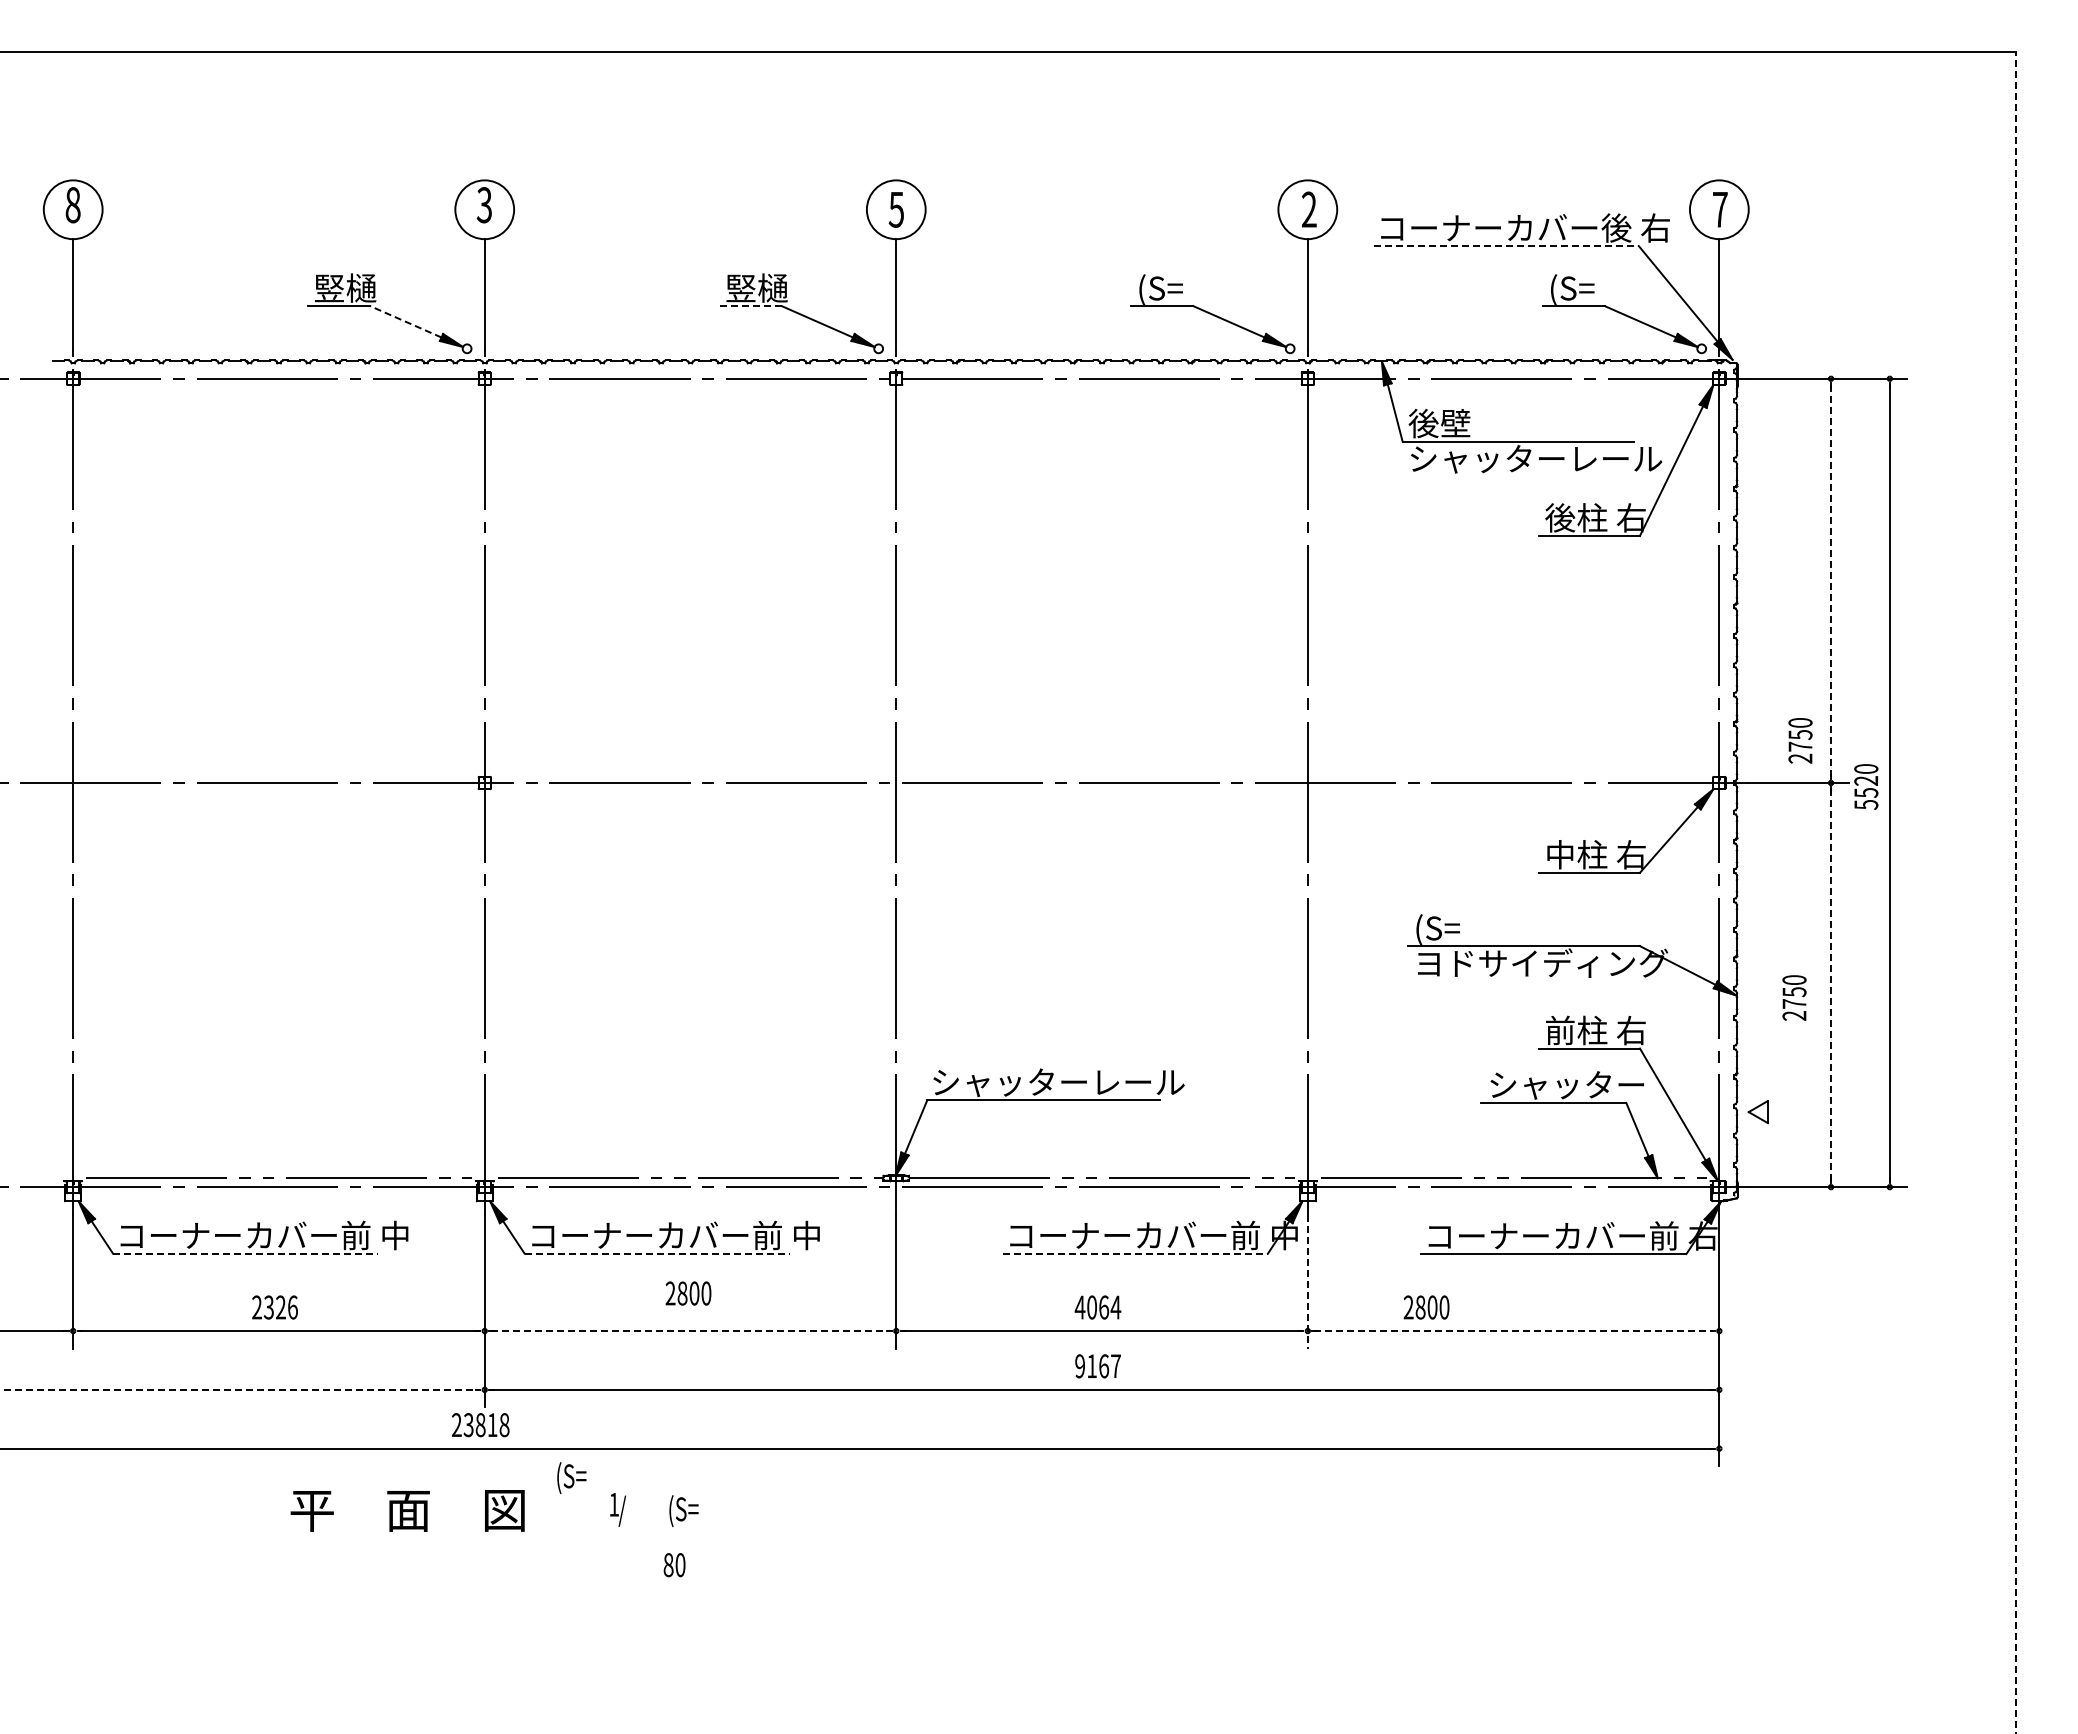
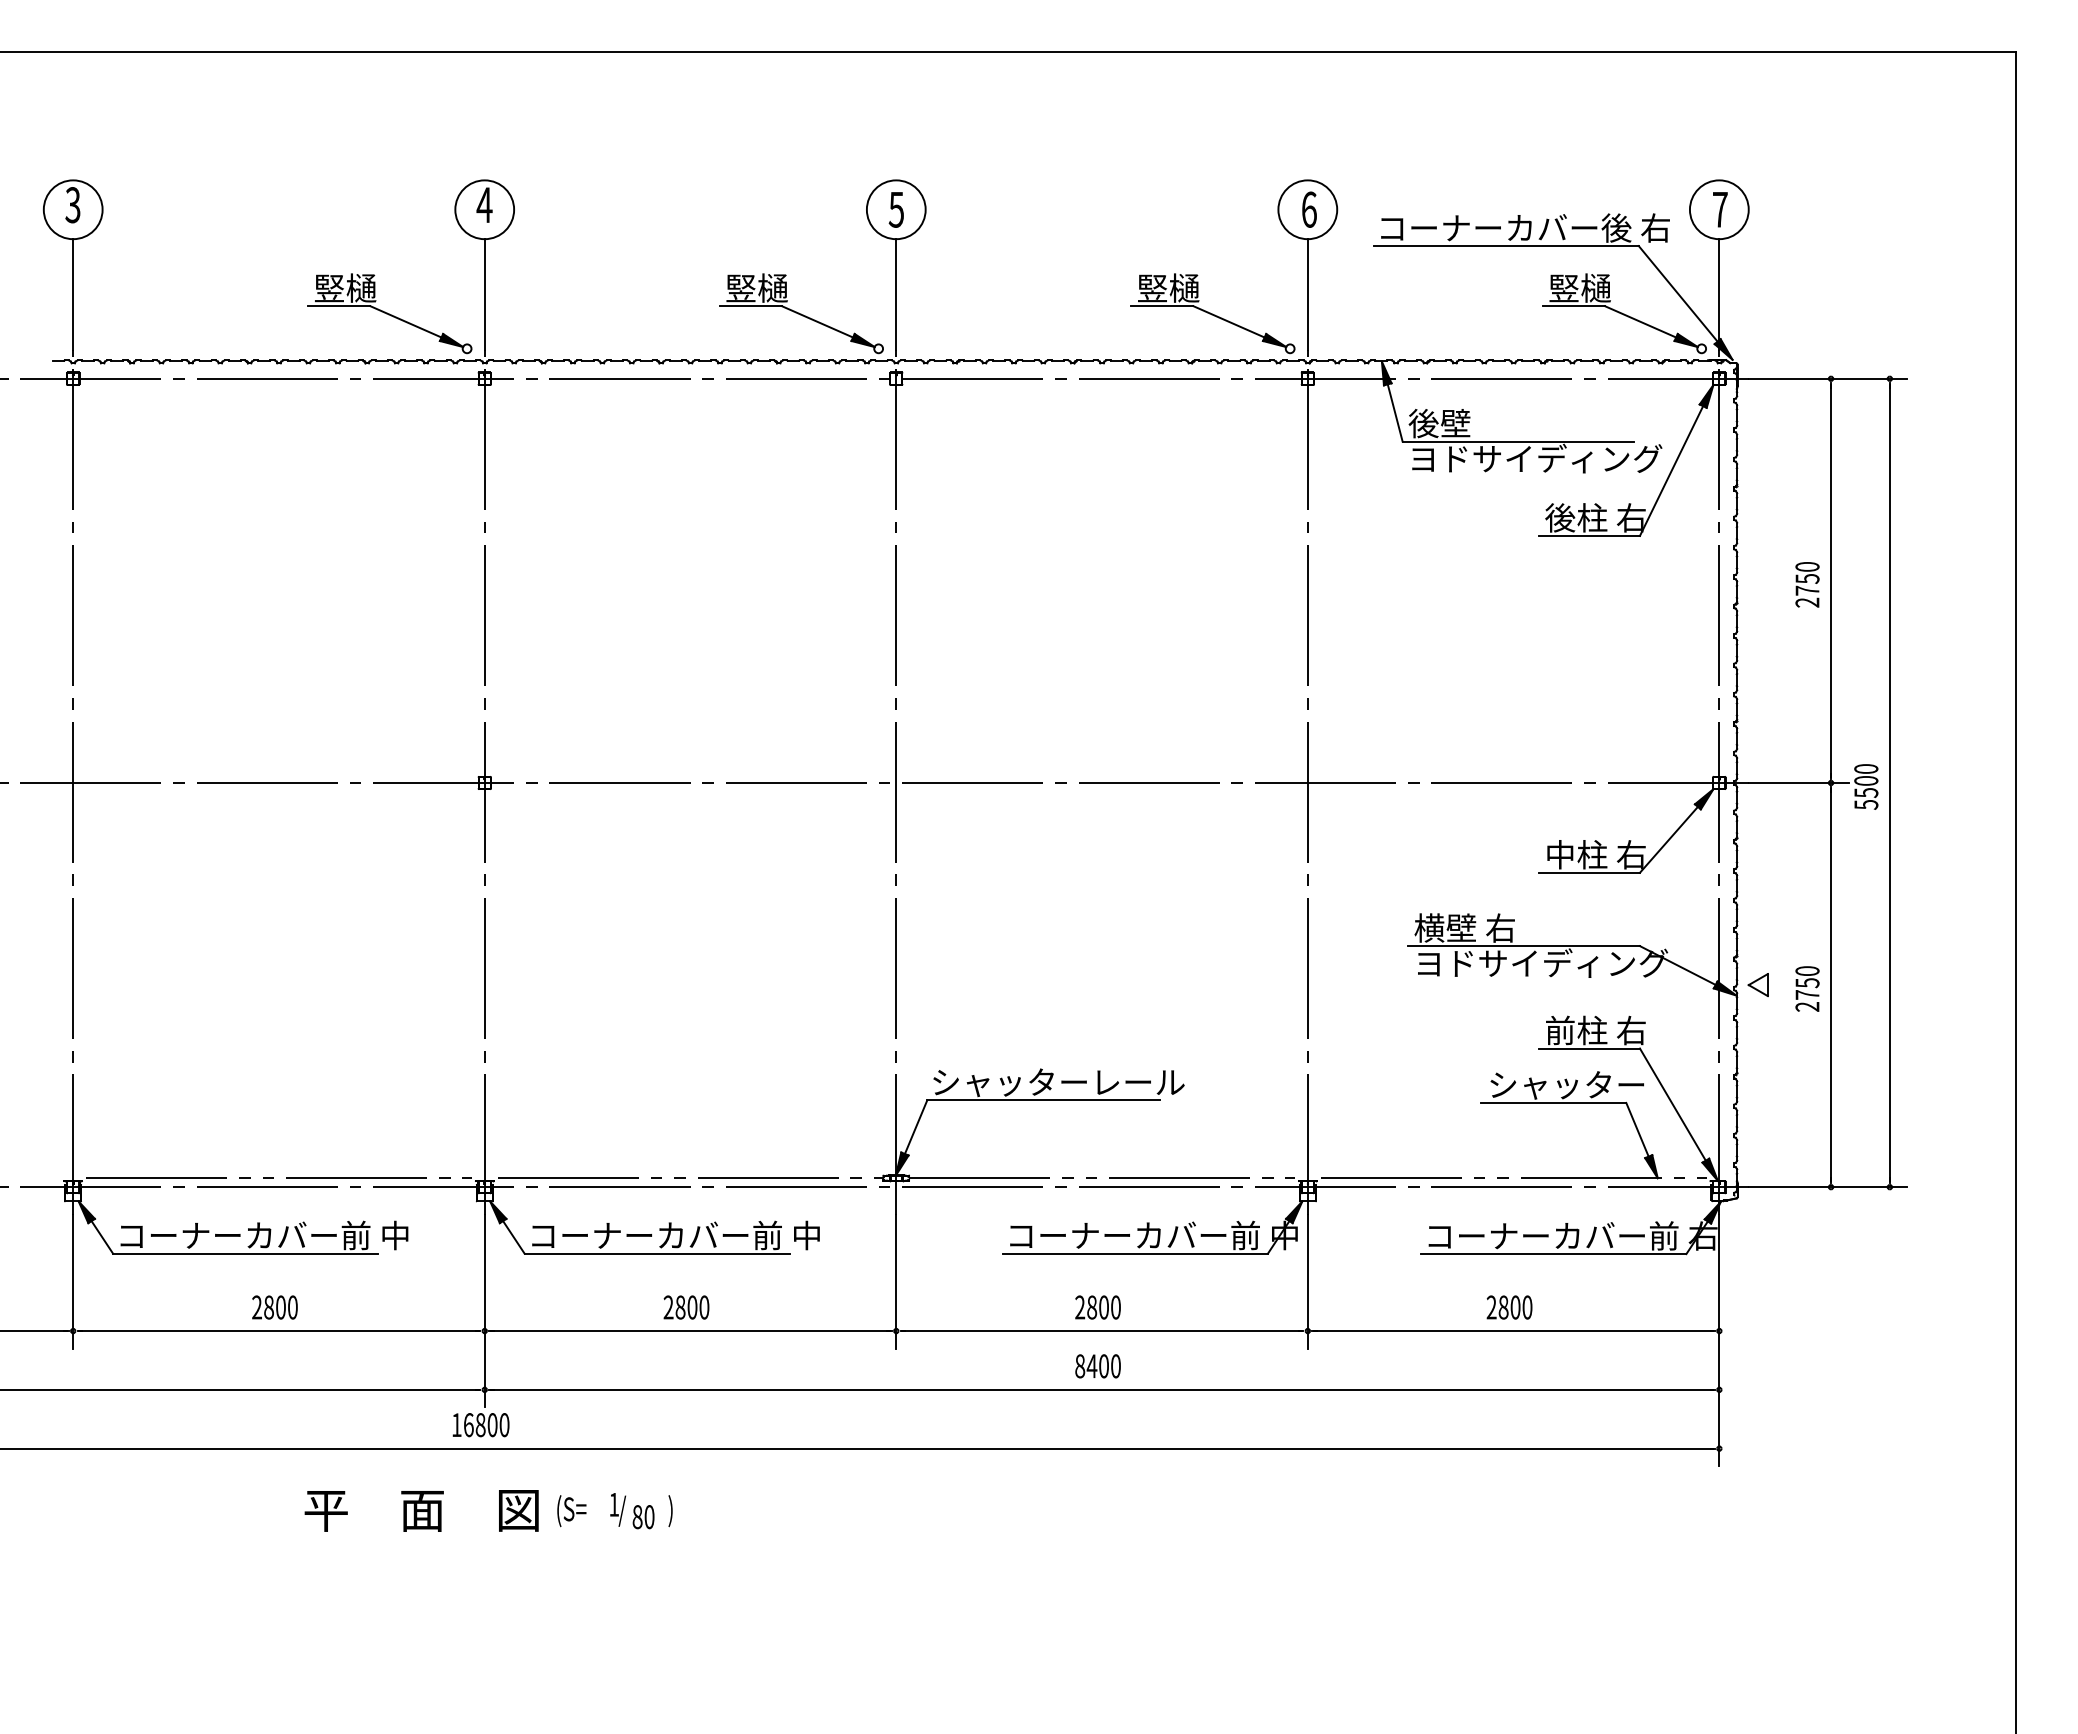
text at (72, 205): 8 -> 3
text at (484, 205): 3 -> 4
text at (1308, 209): 2 -> 6
line at (1506, 246): dashed -> solid
text at (1168, 288): (S= -> 竪樋
text at (1579, 288): (S= -> 竪樋
line at (751, 306): dashed -> solid
line at (405, 321): dashed -> solid
text at (1536, 458): シャッターレール -> ヨドサイディング
line at (1831, 580): dashed -> solid
text at (1800, 740) position: (1800, 740) -> (1807, 584)
text at (1866, 780): 5520 -> 5500
line at (2015, 892): dashed -> solid
text at (1464, 928): (S= -> 横壁 右
line at (1831, 984): dashed -> solid
text at (1794, 997) position: (1794, 997) -> (1807, 988)
part at (1757, 1112) position: (1757, 1112) -> (1757, 985)
line at (245, 1253): dashed -> solid
line at (657, 1253): dashed -> solid
line at (1135, 1253): dashed -> solid
line at (1307, 1282): dashed -> solid
text at (688, 1293) position: (688, 1293) -> (686, 1307)
text at (280, 1307): 2326 -> 2800
text at (1097, 1307): 4064 -> 2800
text at (1426, 1307) position: (1426, 1307) -> (1509, 1307)
line at (690, 1331): dashed -> solid
line at (1513, 1331): dashed -> solid
text at (1097, 1366): 9167 -> 8400
line at (239, 1389): dashed -> solid
text at (480, 1425): 23818 -> 16800
text at (571, 1478) position: (571, 1478) -> (571, 1511)
text at (407, 1510) position: (407, 1510) -> (421, 1510)
text at (683, 1511): (S= -> )
text at (674, 1565) position: (674, 1565) -> (643, 1517)
